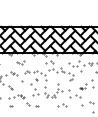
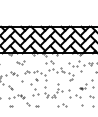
part at (91, 107) position: (91, 107) -> (91, 101)
